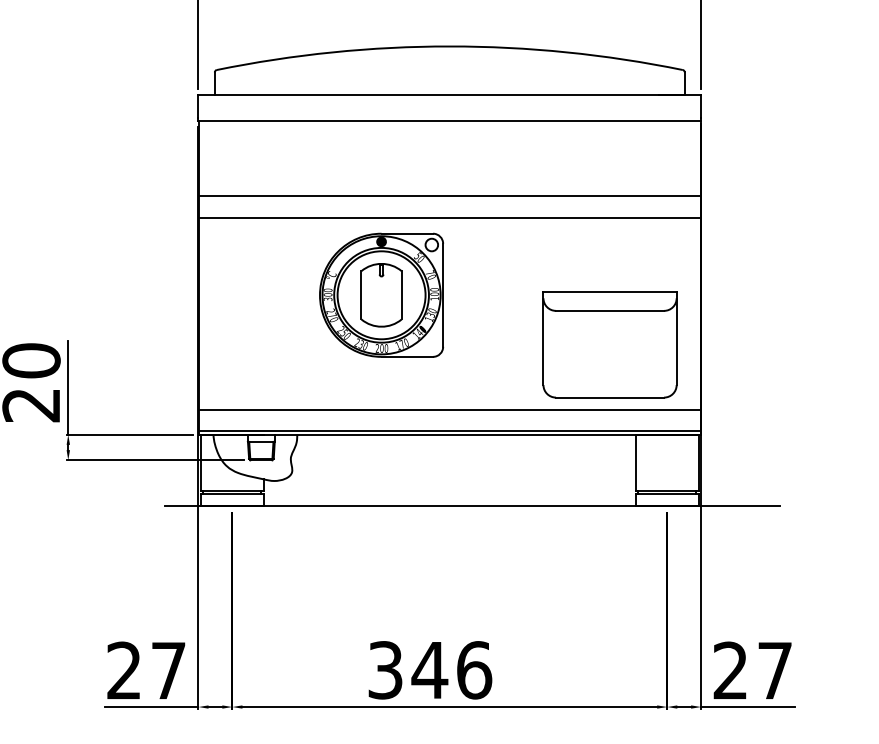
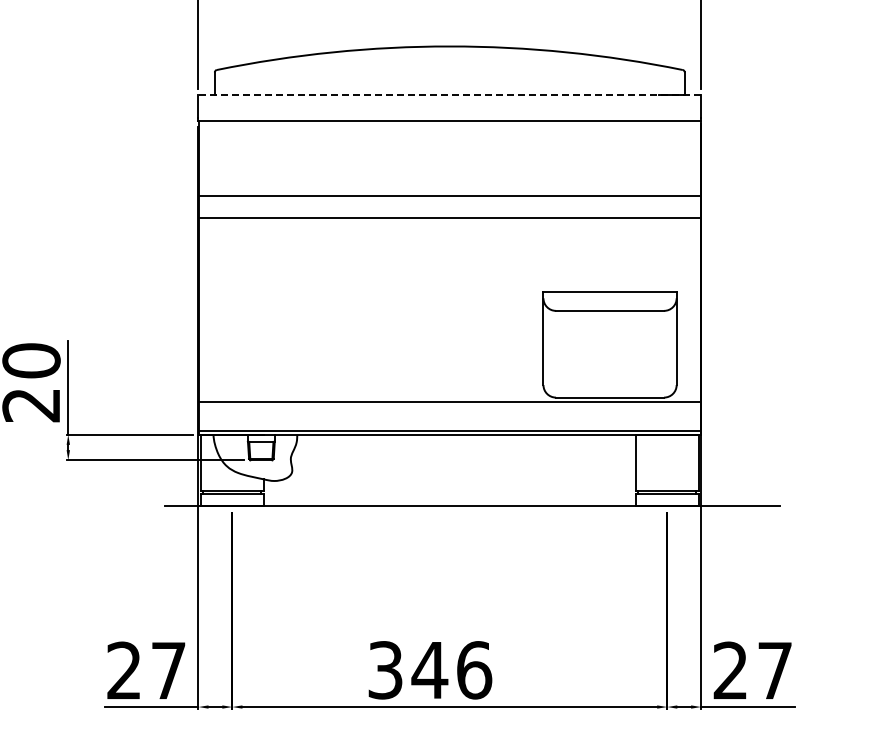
line at (449, 95): solid -> dashed
part at (381, 294): present -> none
line at (449, 410) position: (449, 410) -> (449, 402)
